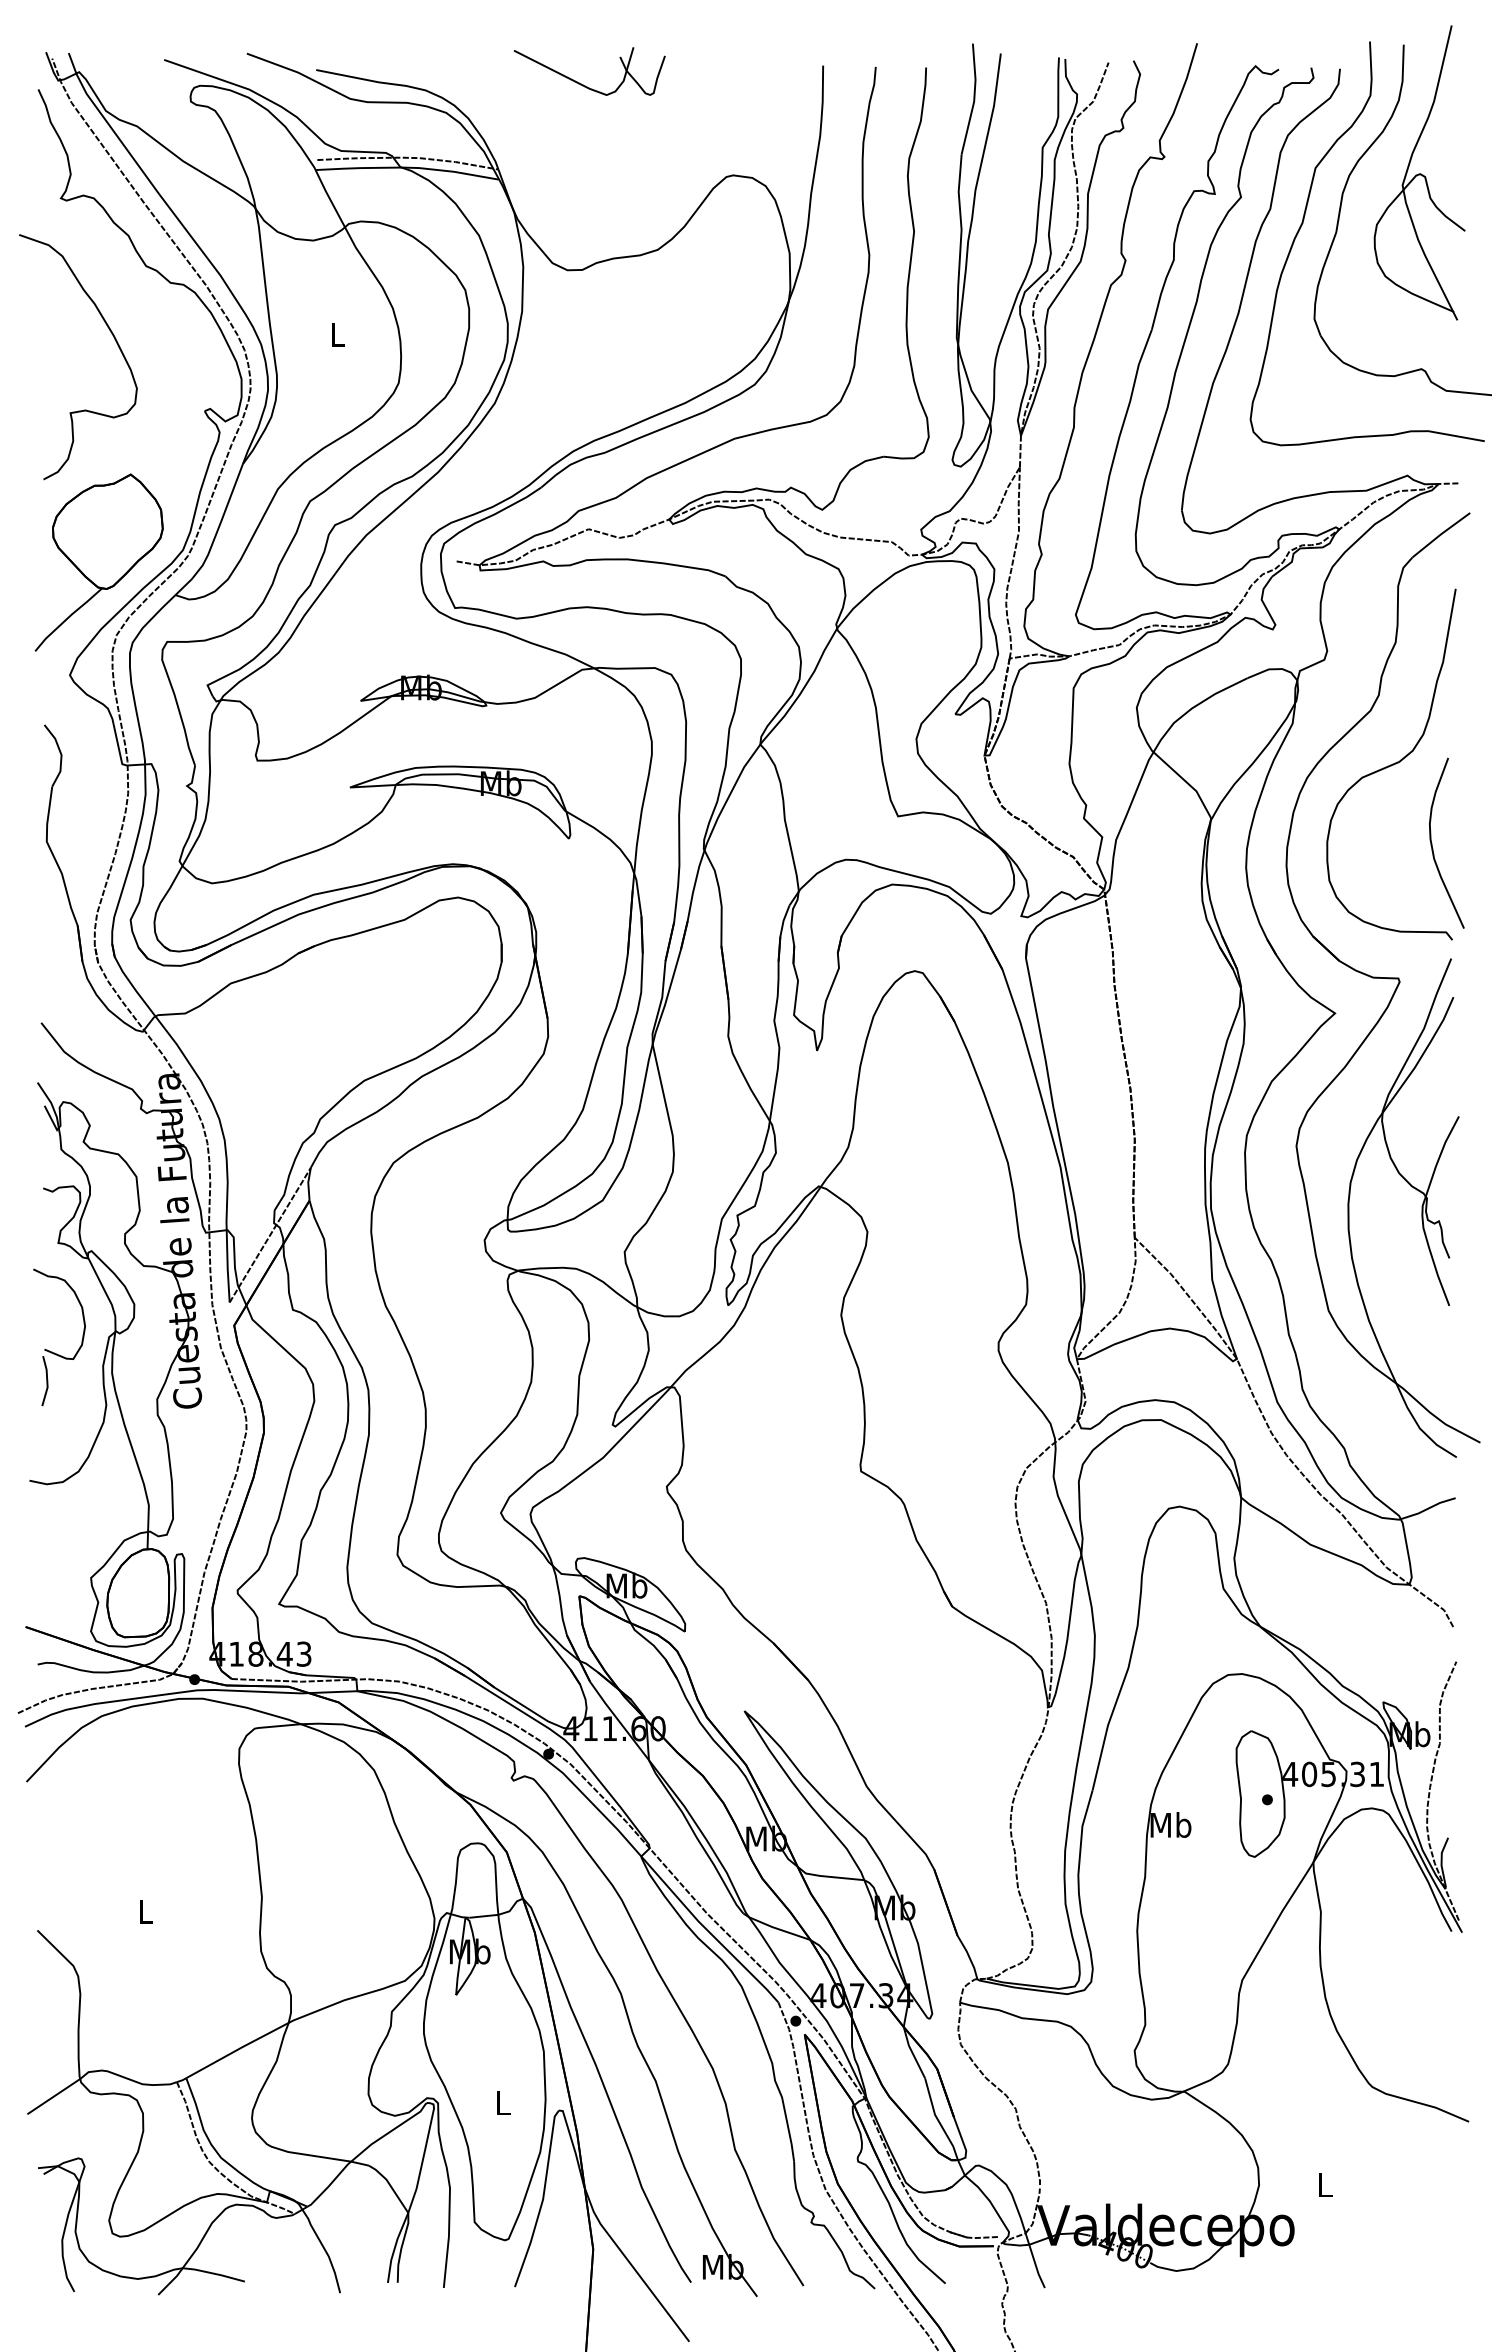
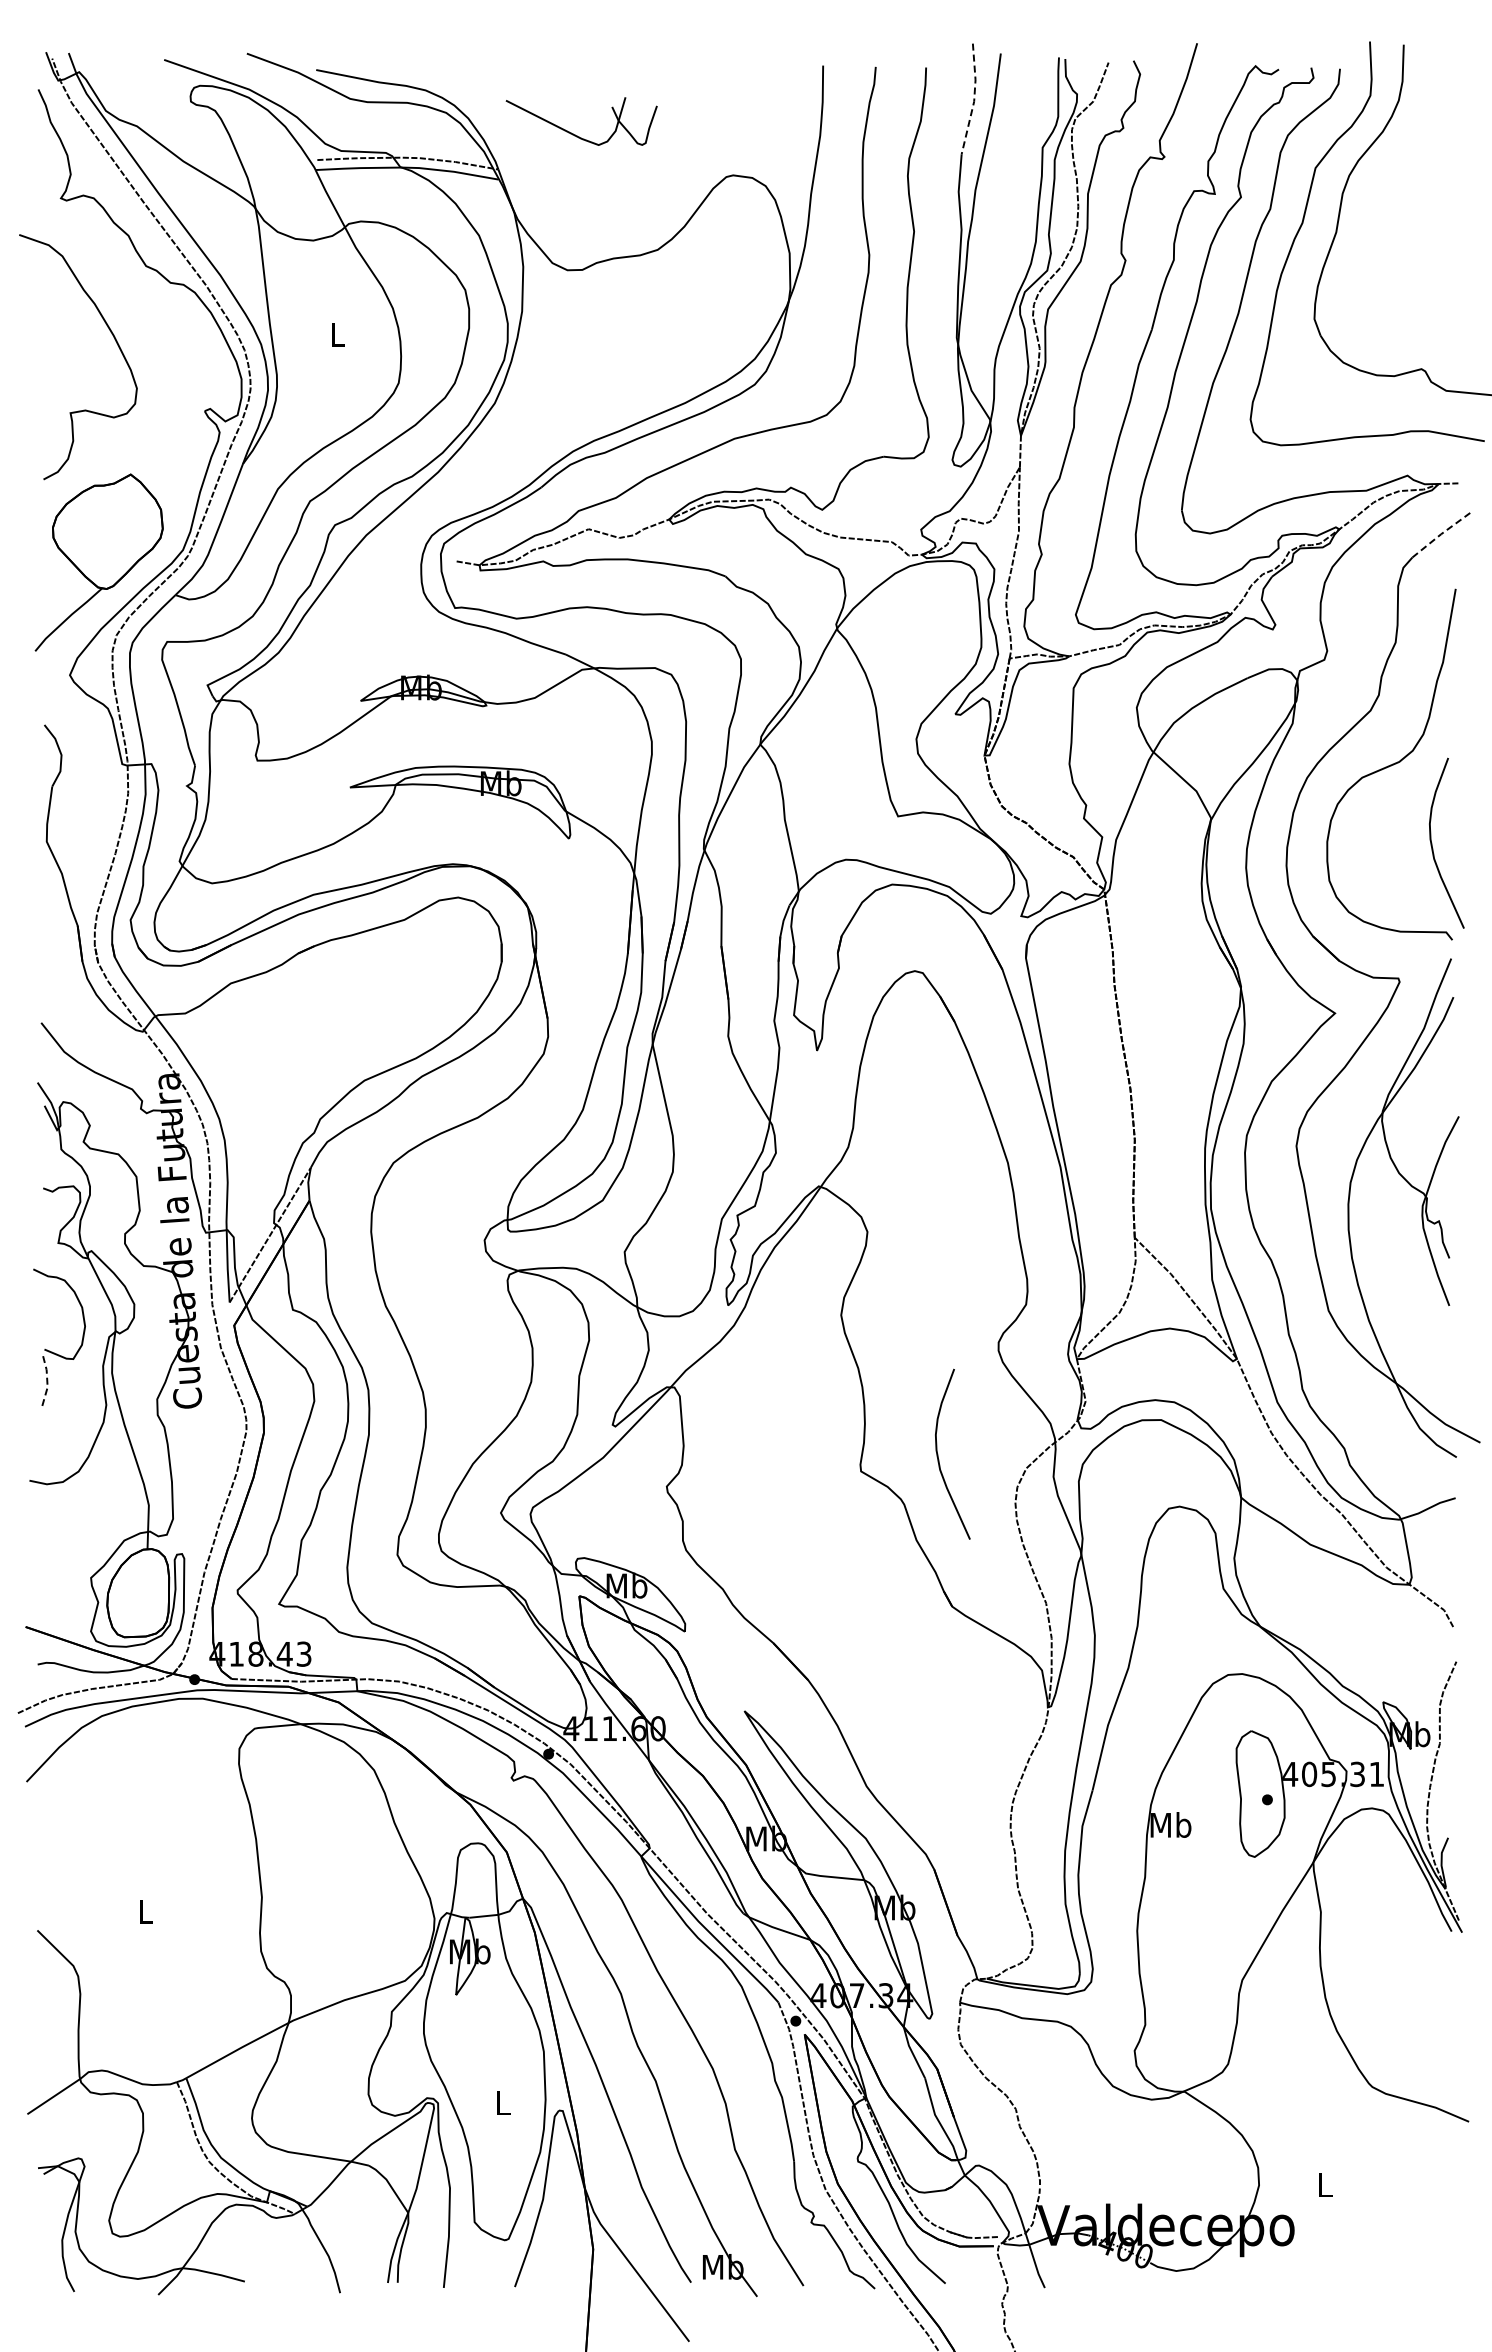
part at (583, 84) position: (583, 84) -> (575, 134)
line at (974, 99): solid -> dashed
part at (1419, 172): present -> none
line at (1441, 534): solid -> dashed
line at (47, 1381): solid -> dashed
curve at (938, 1454): none -> present
